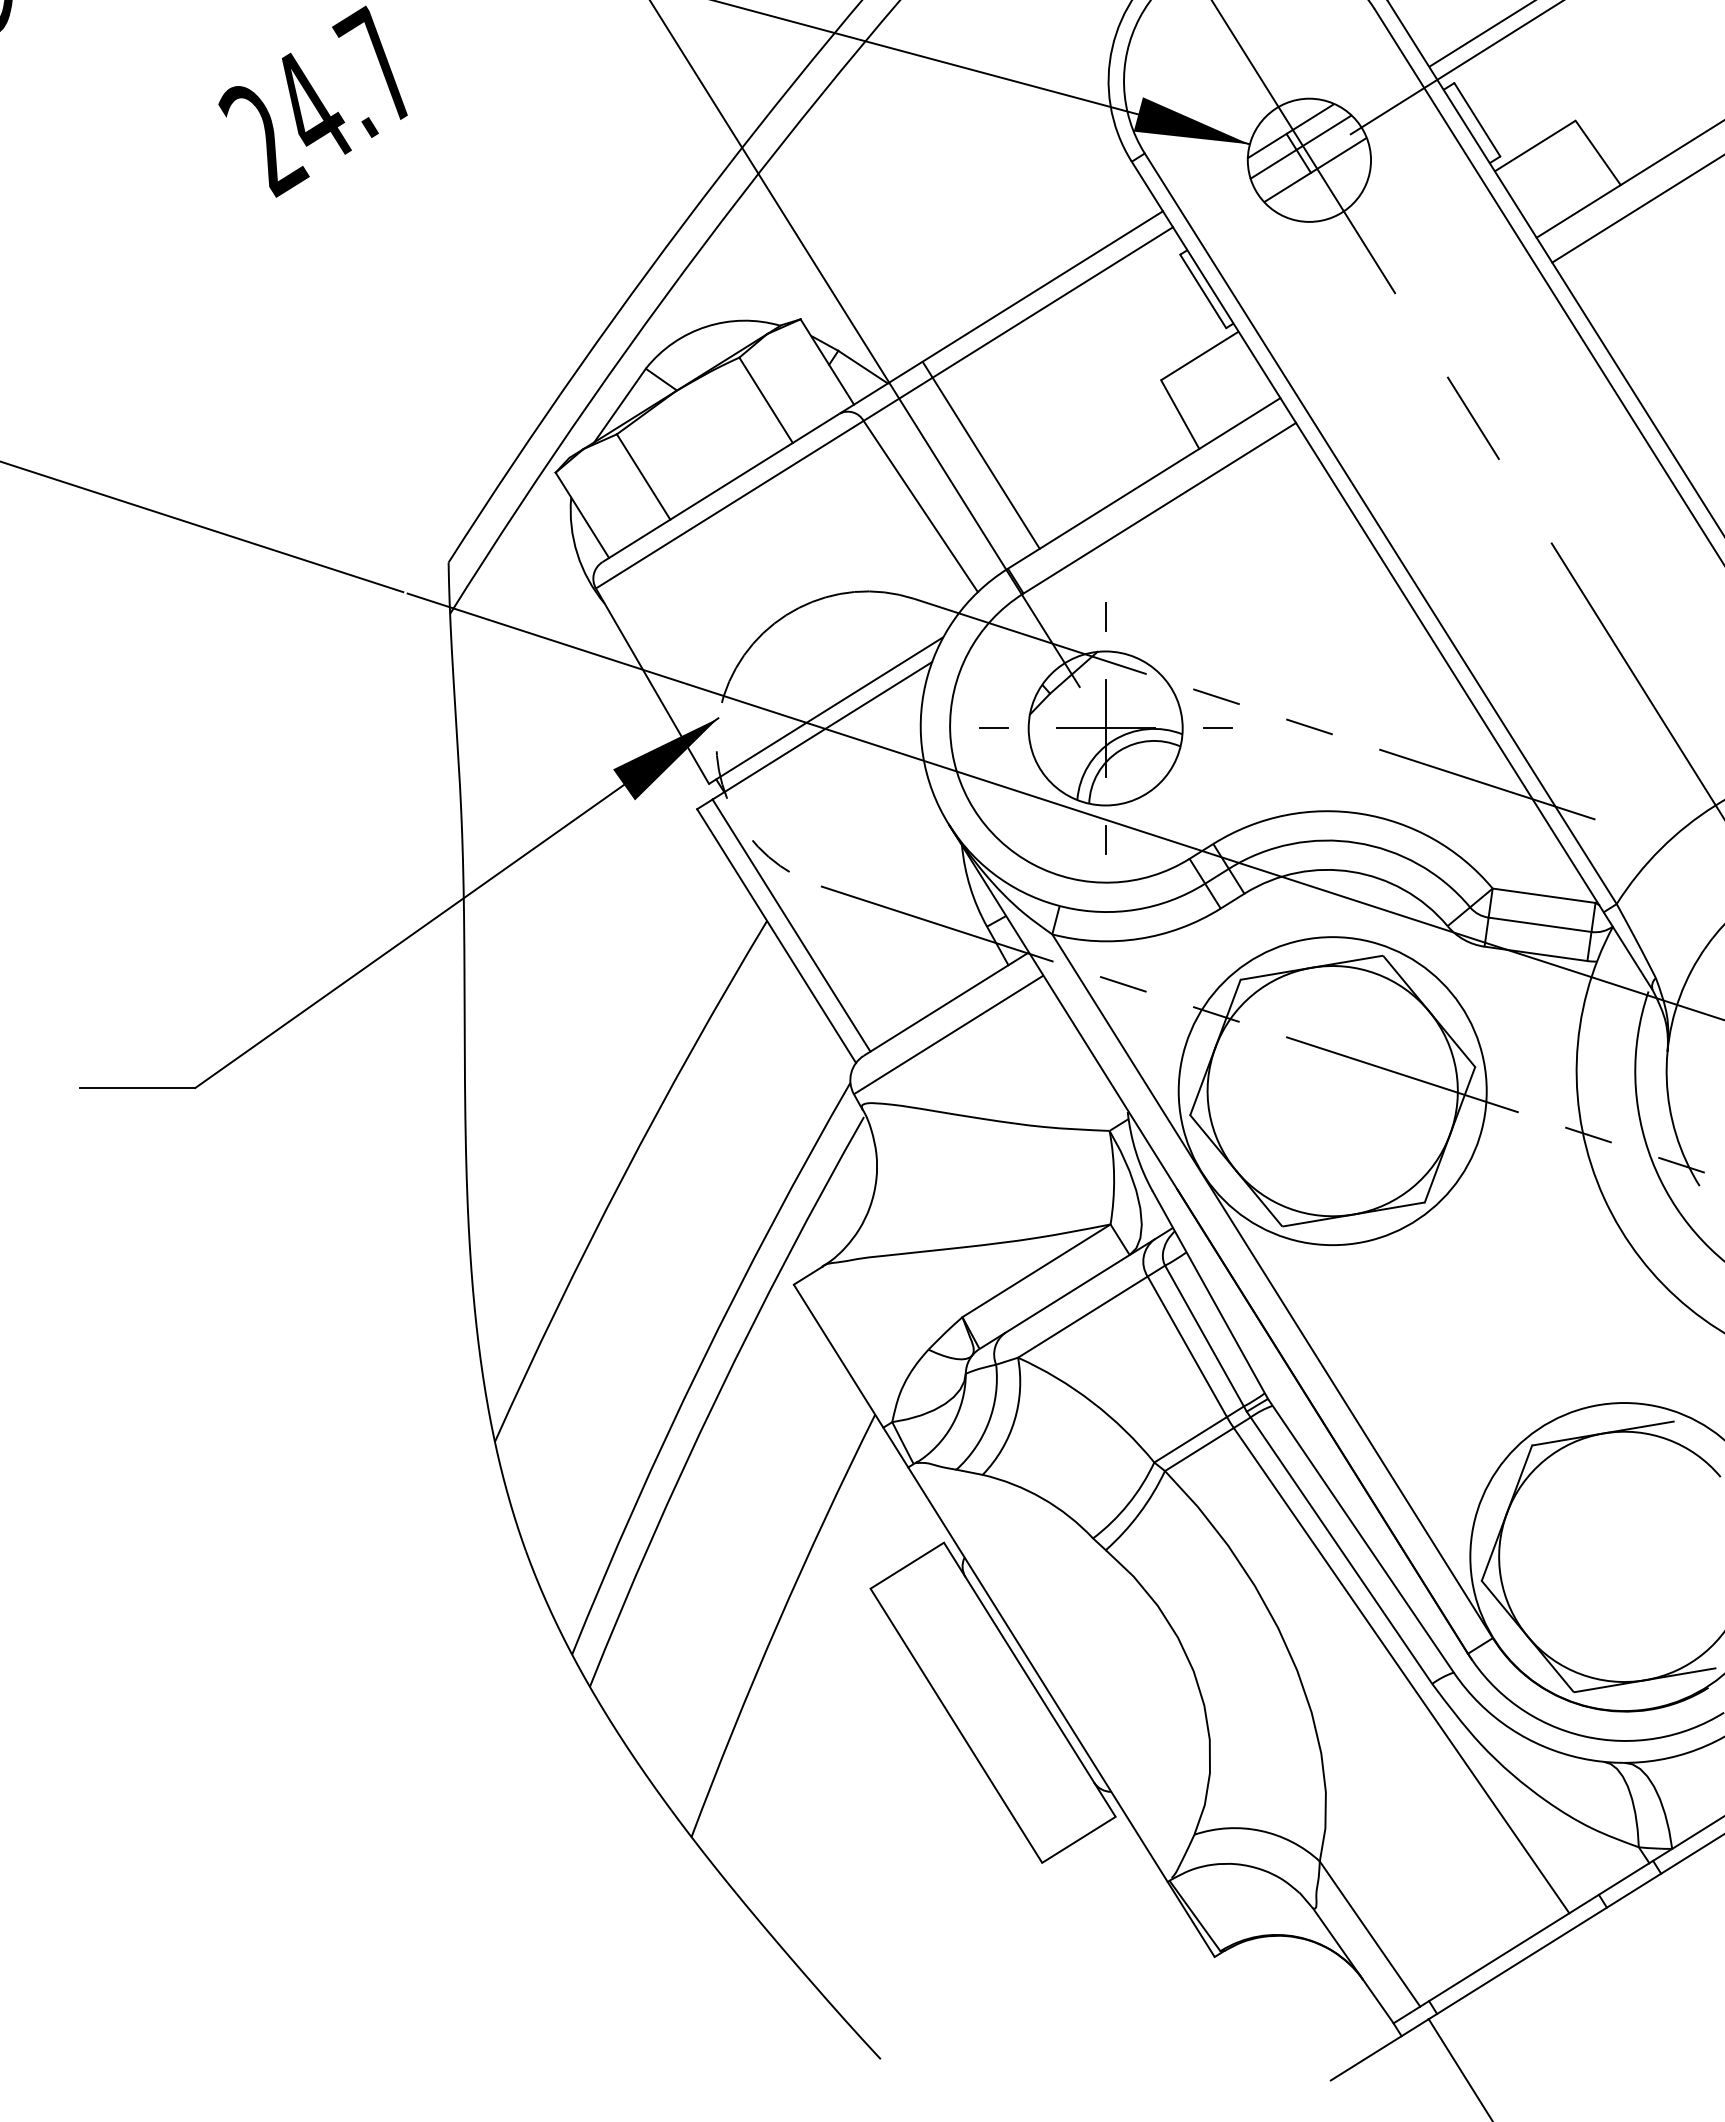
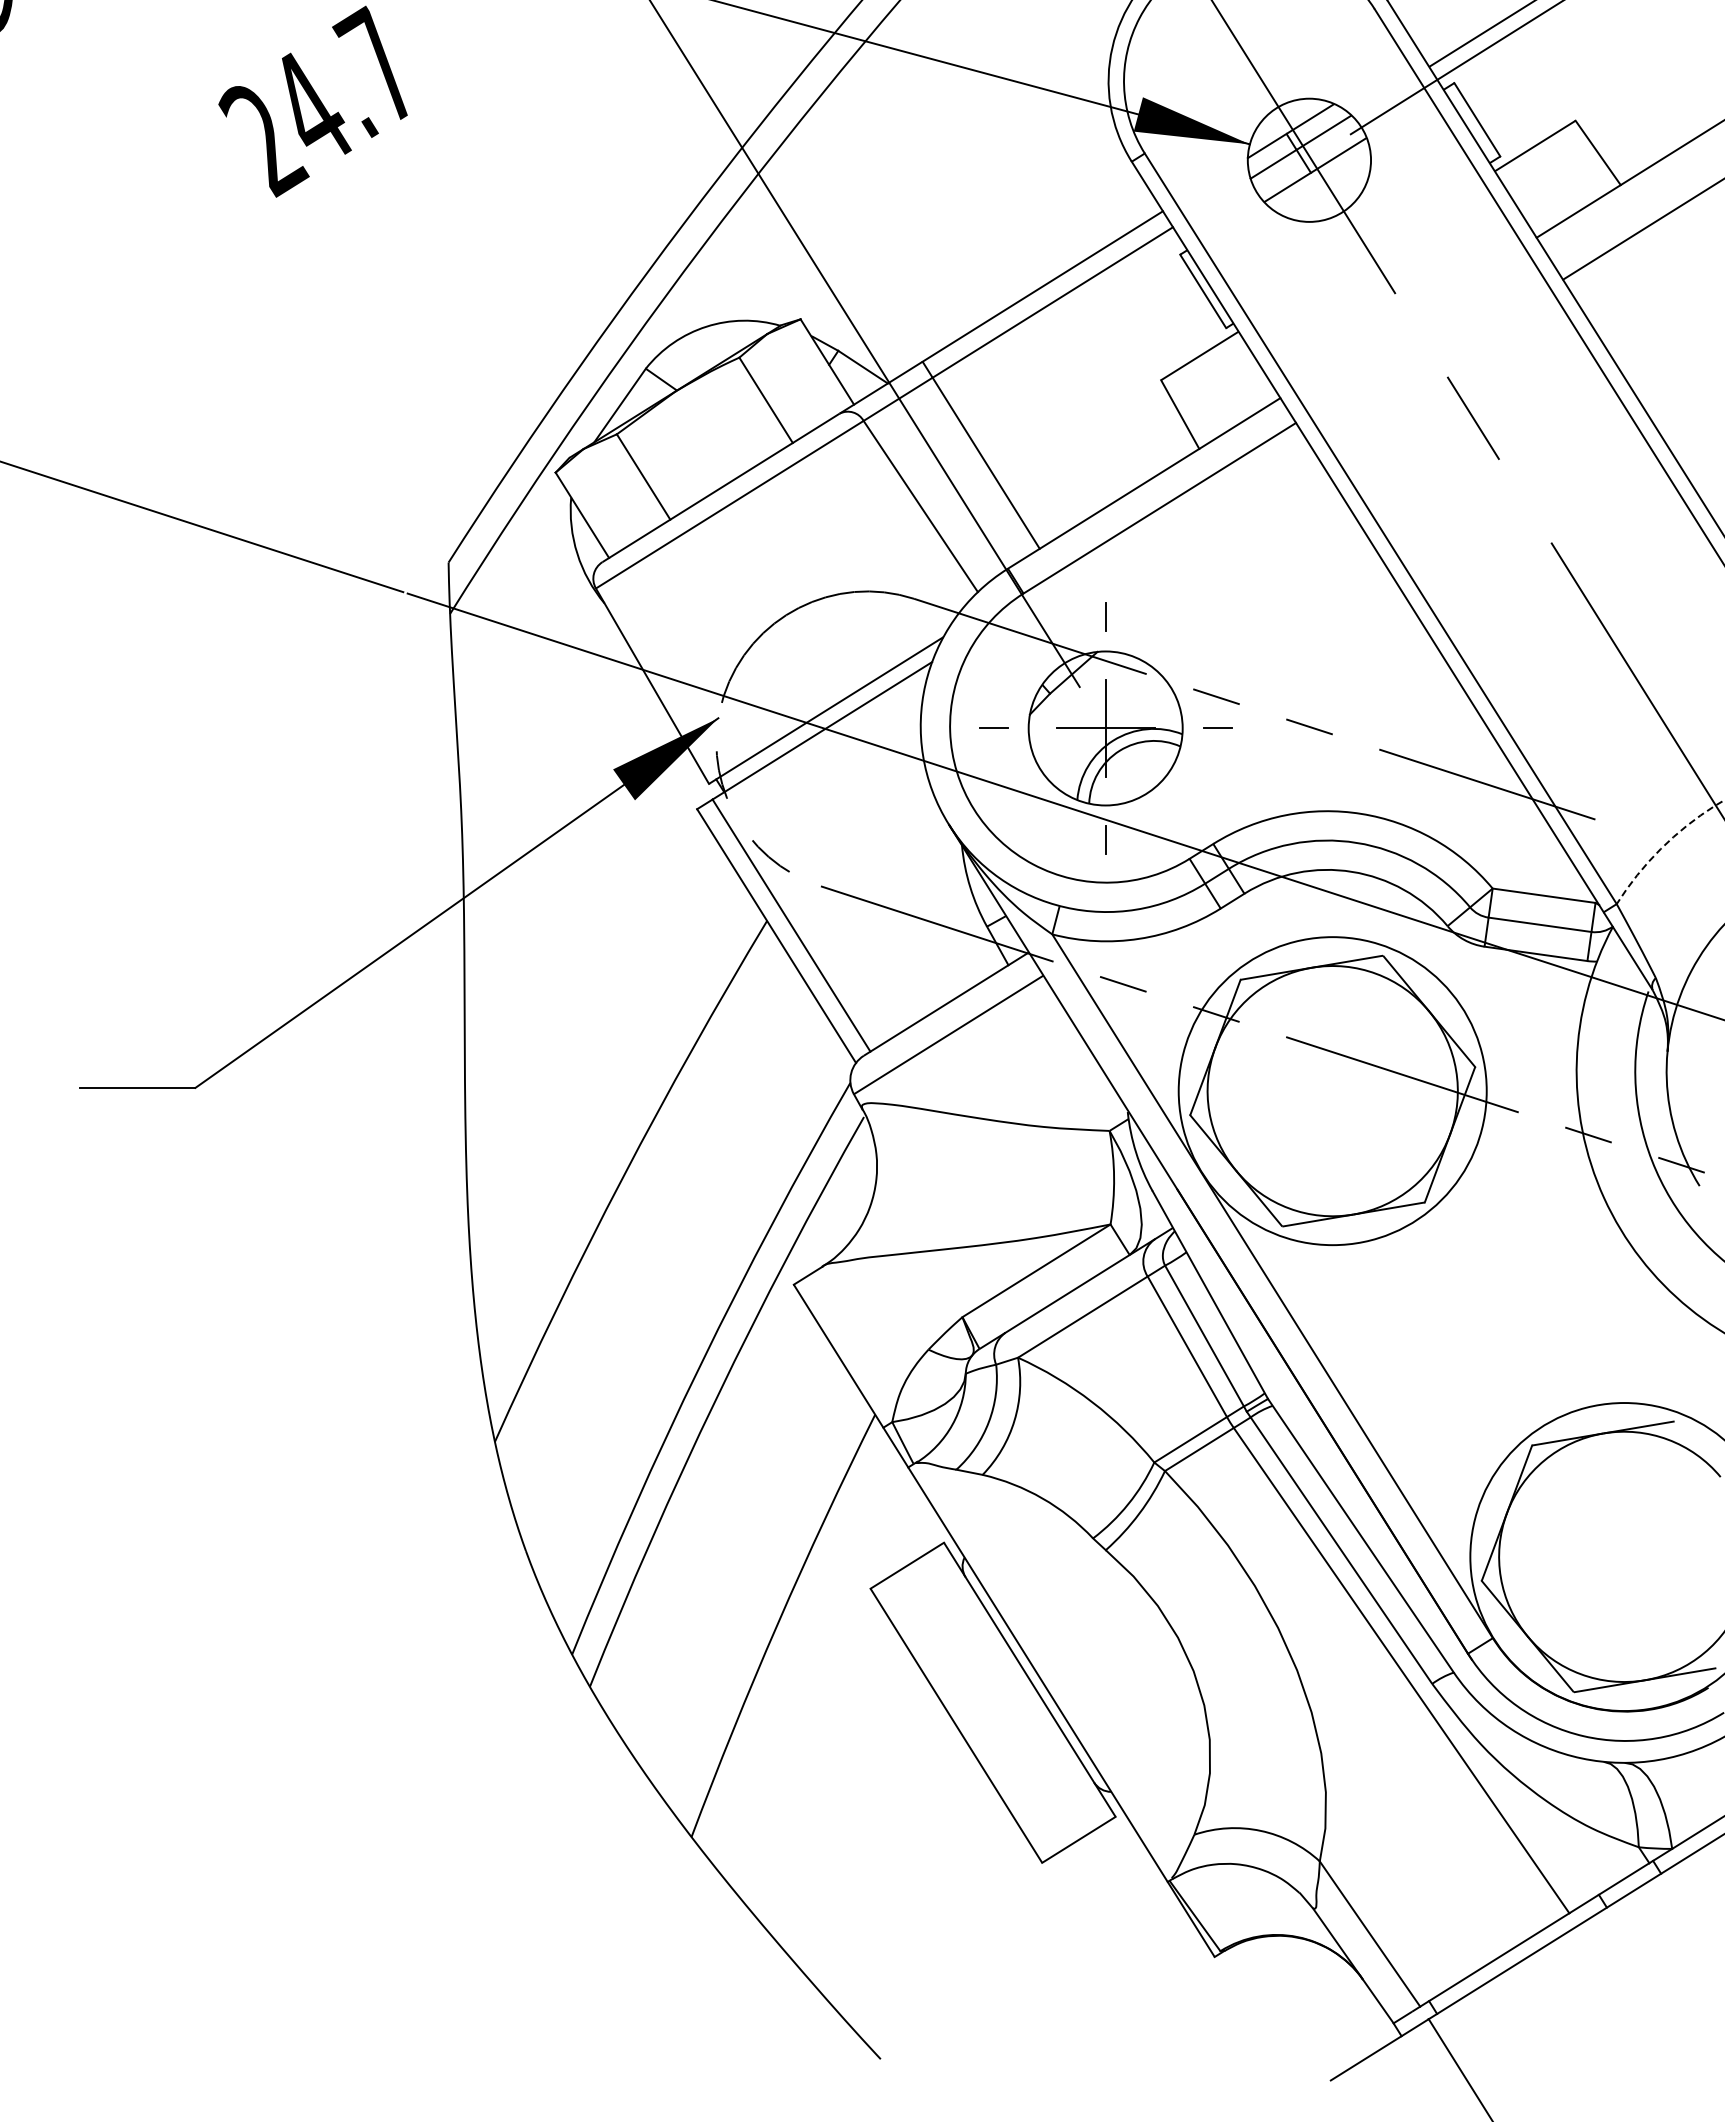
line at (1636, 209) position: (1636, 209) -> (1642, 229)
arc at (1664, 845): solid -> dashed
